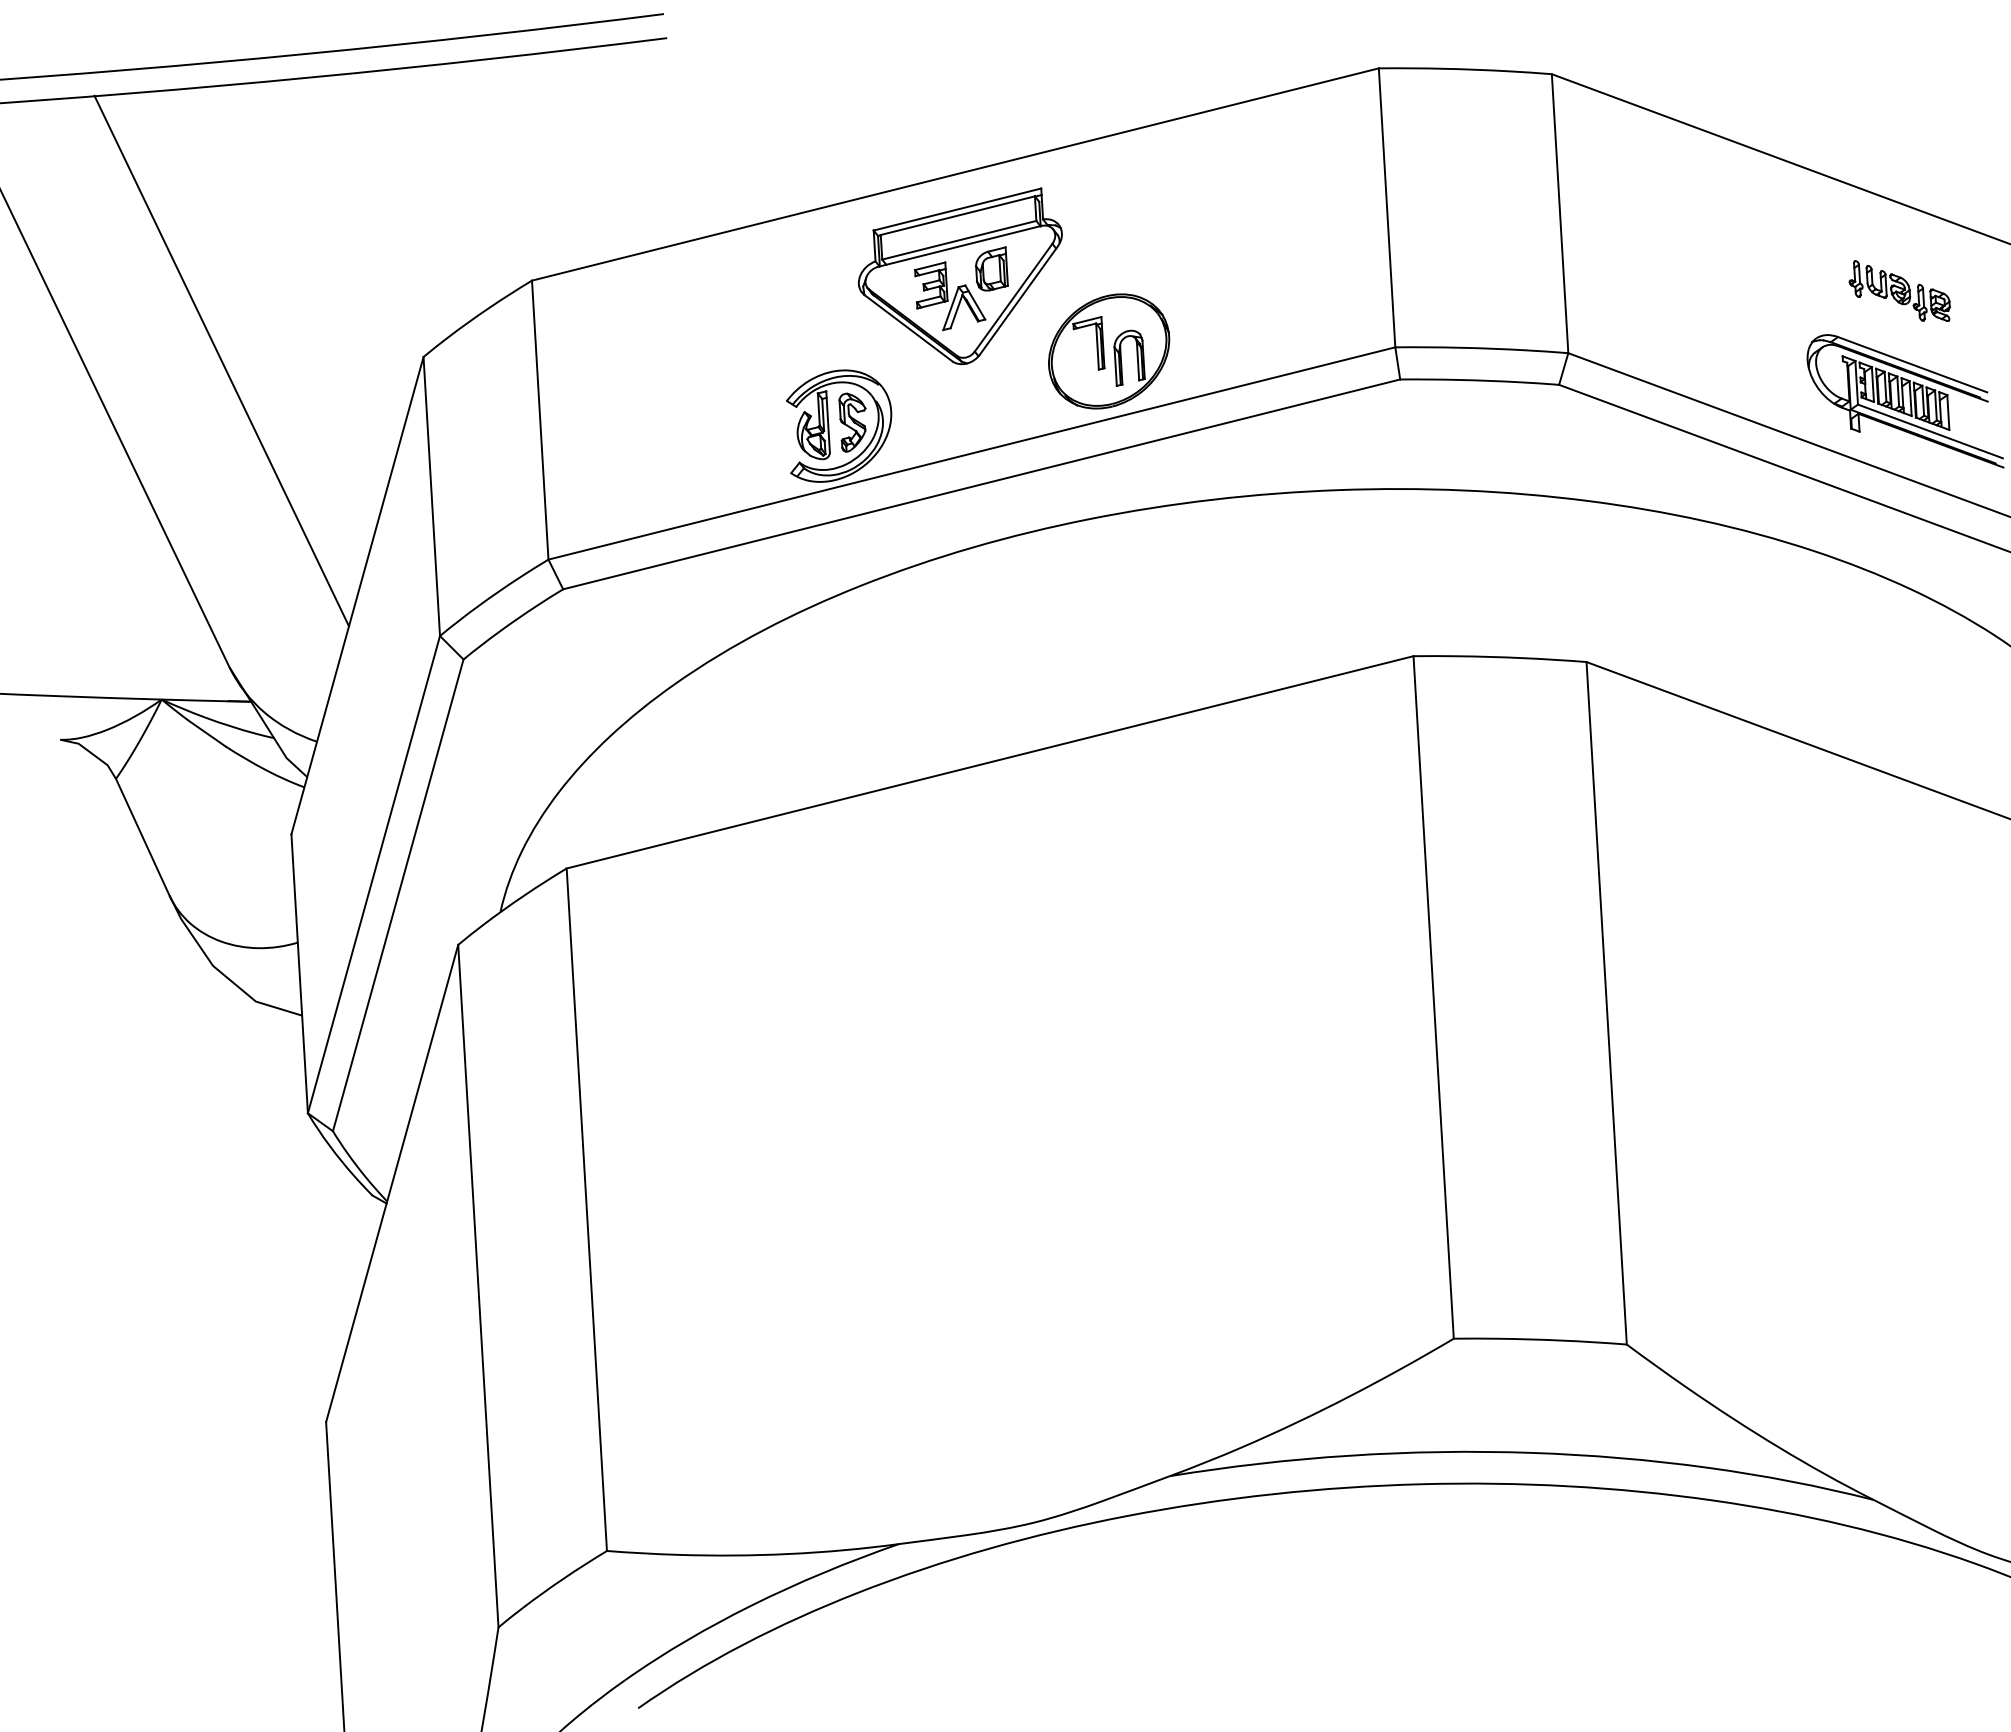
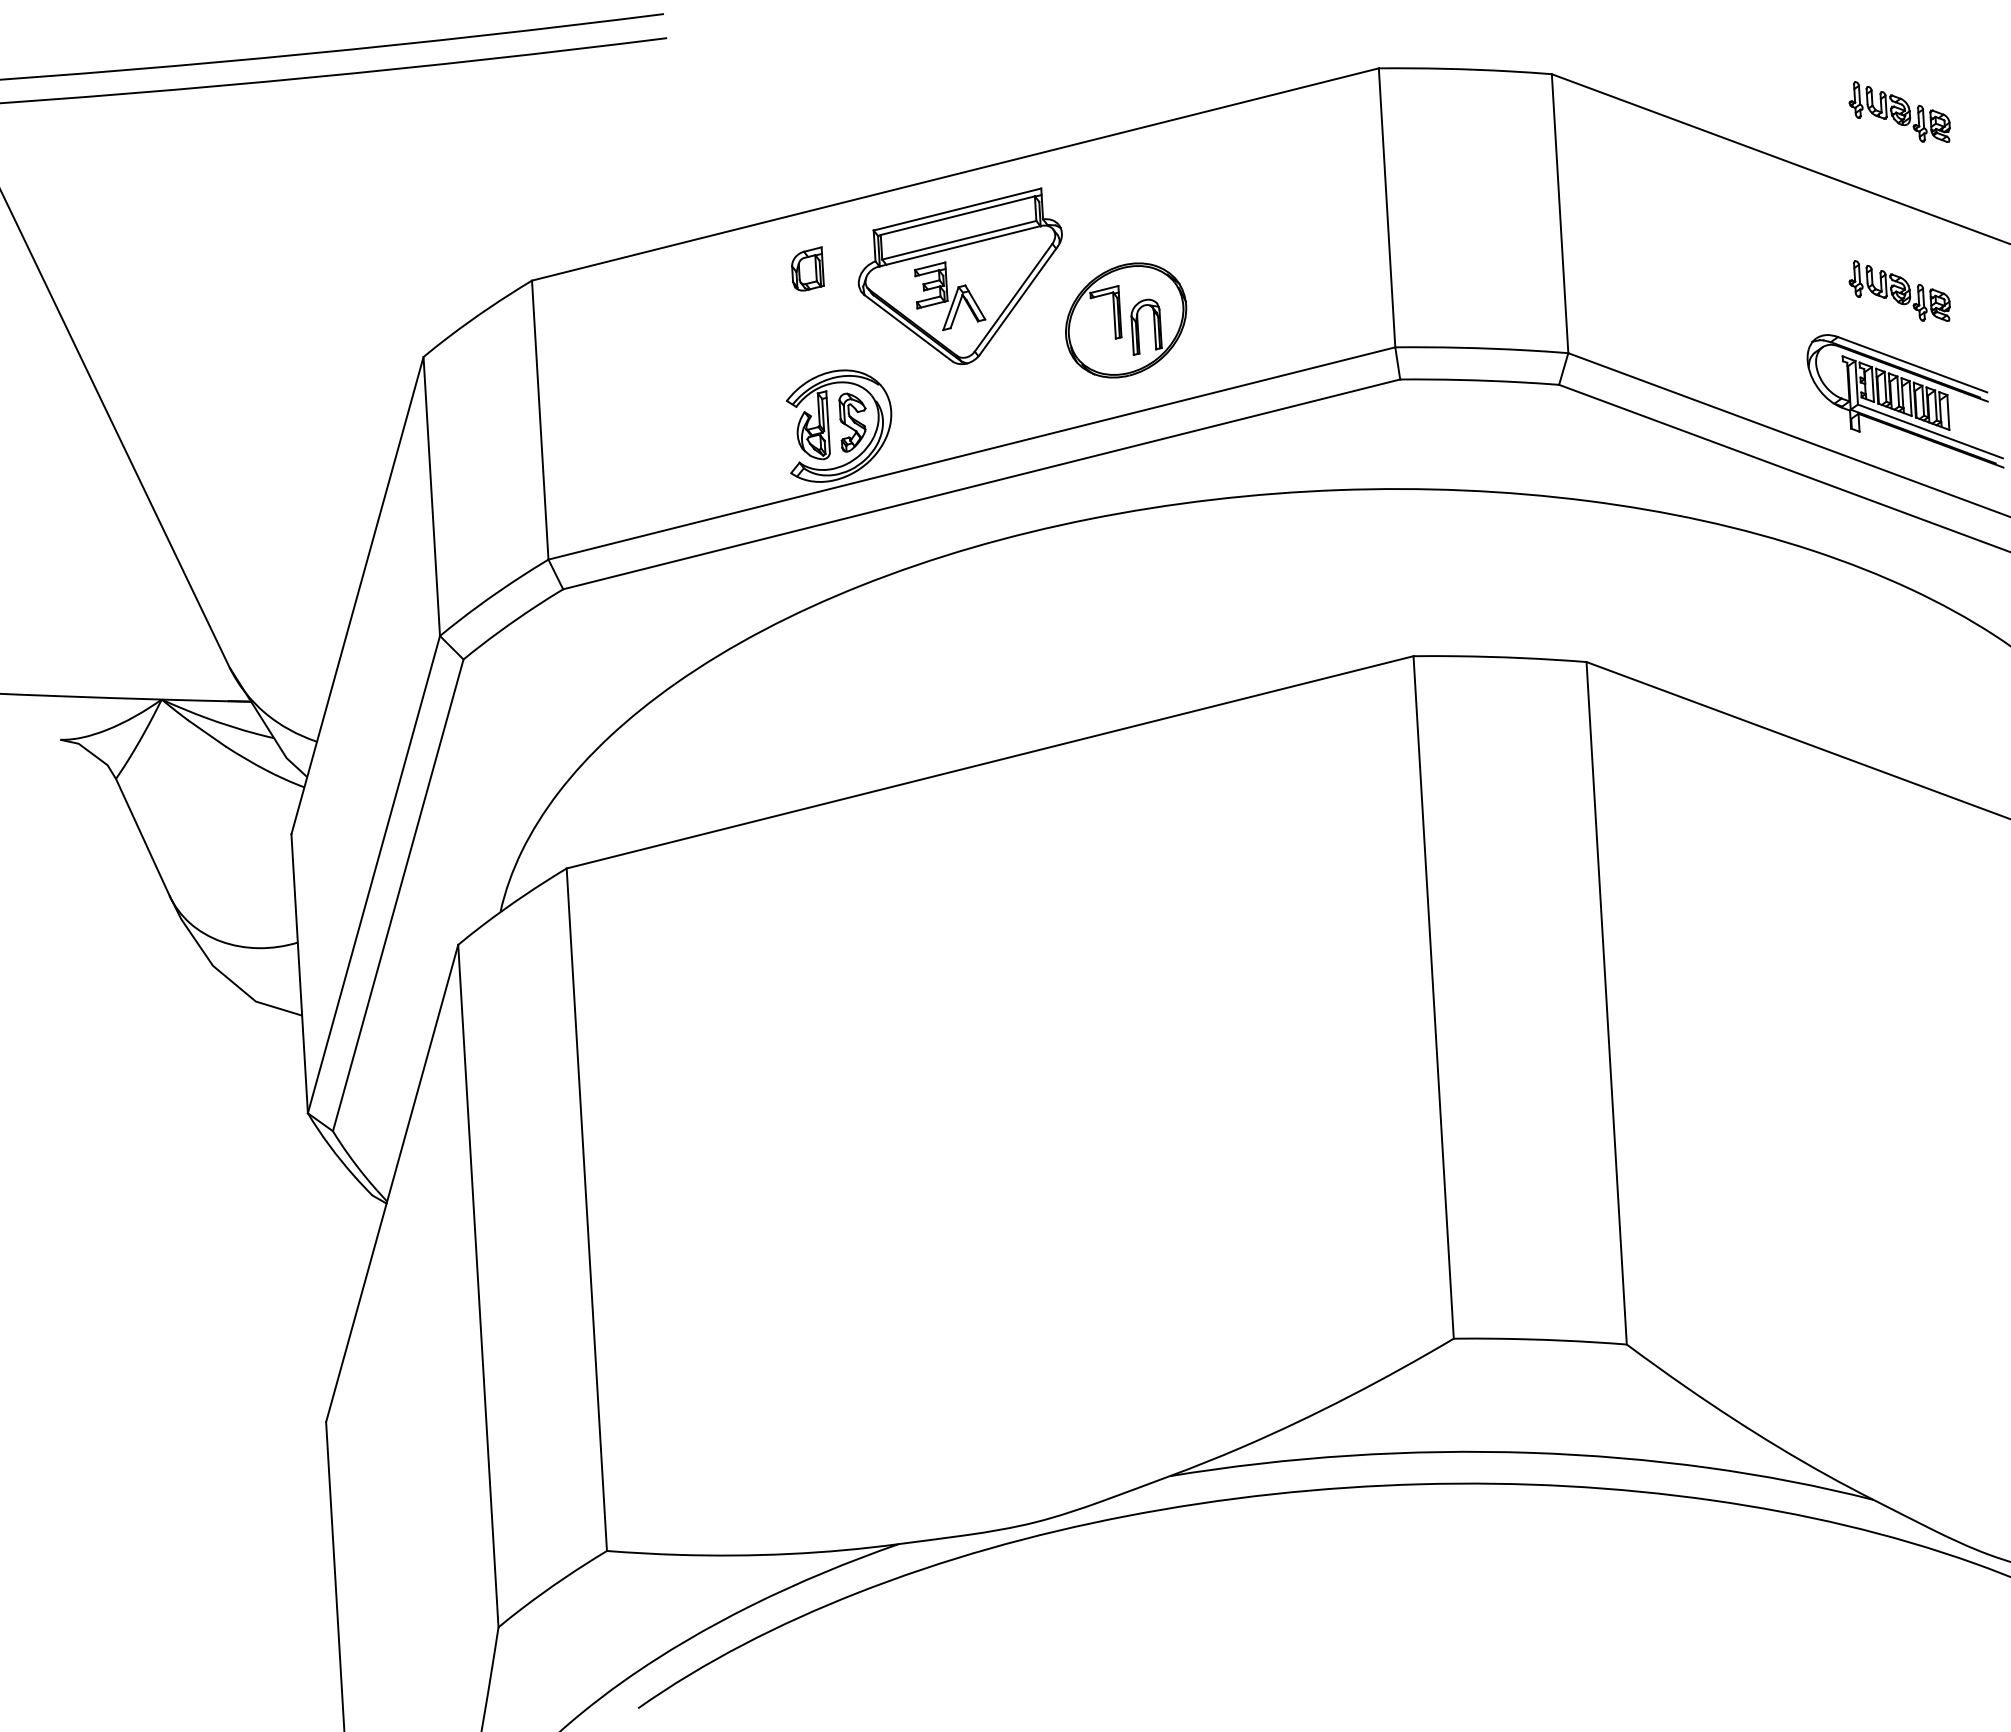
part at (1899, 111): none -> present
part at (991, 268) position: (991, 268) -> (807, 268)
part at (1109, 351) position: (1109, 351) -> (1126, 320)
line at (221, 360): present -> none
